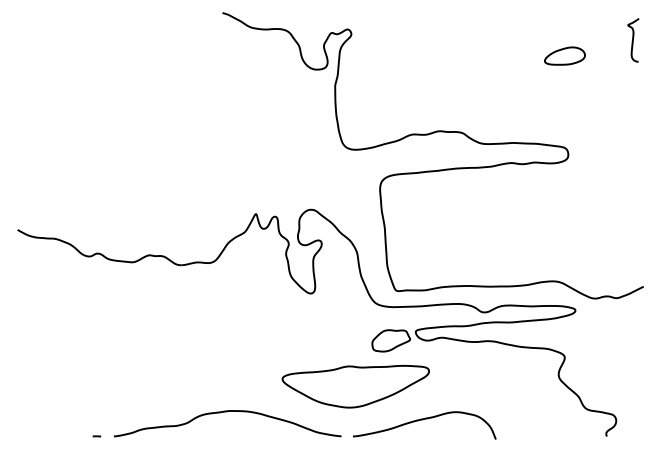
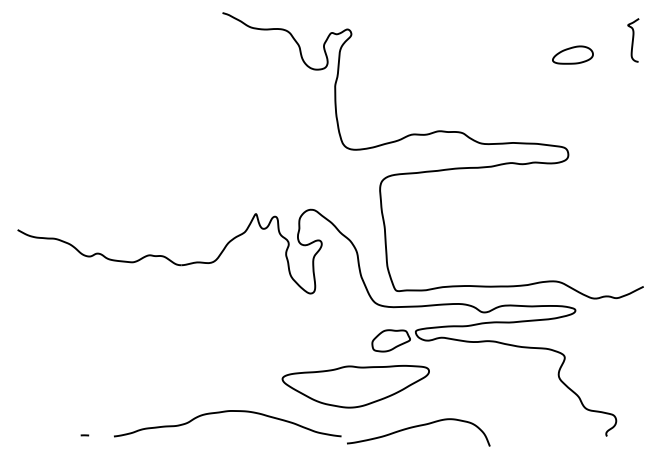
part at (564, 55) position: (564, 55) -> (572, 54)
curve at (422, 420) position: (422, 420) -> (416, 427)
line at (96, 436) position: (96, 436) -> (84, 435)
